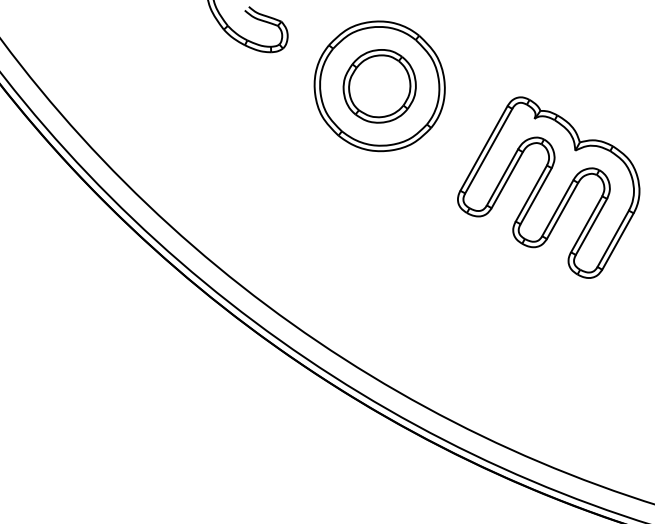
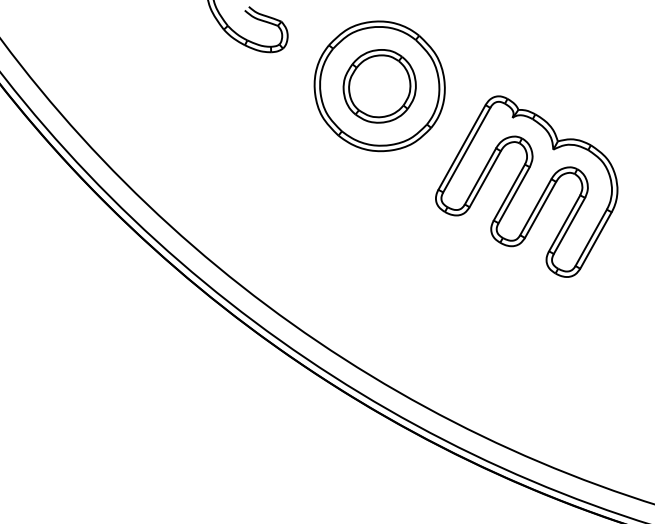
part at (548, 187) position: (548, 187) -> (526, 186)
